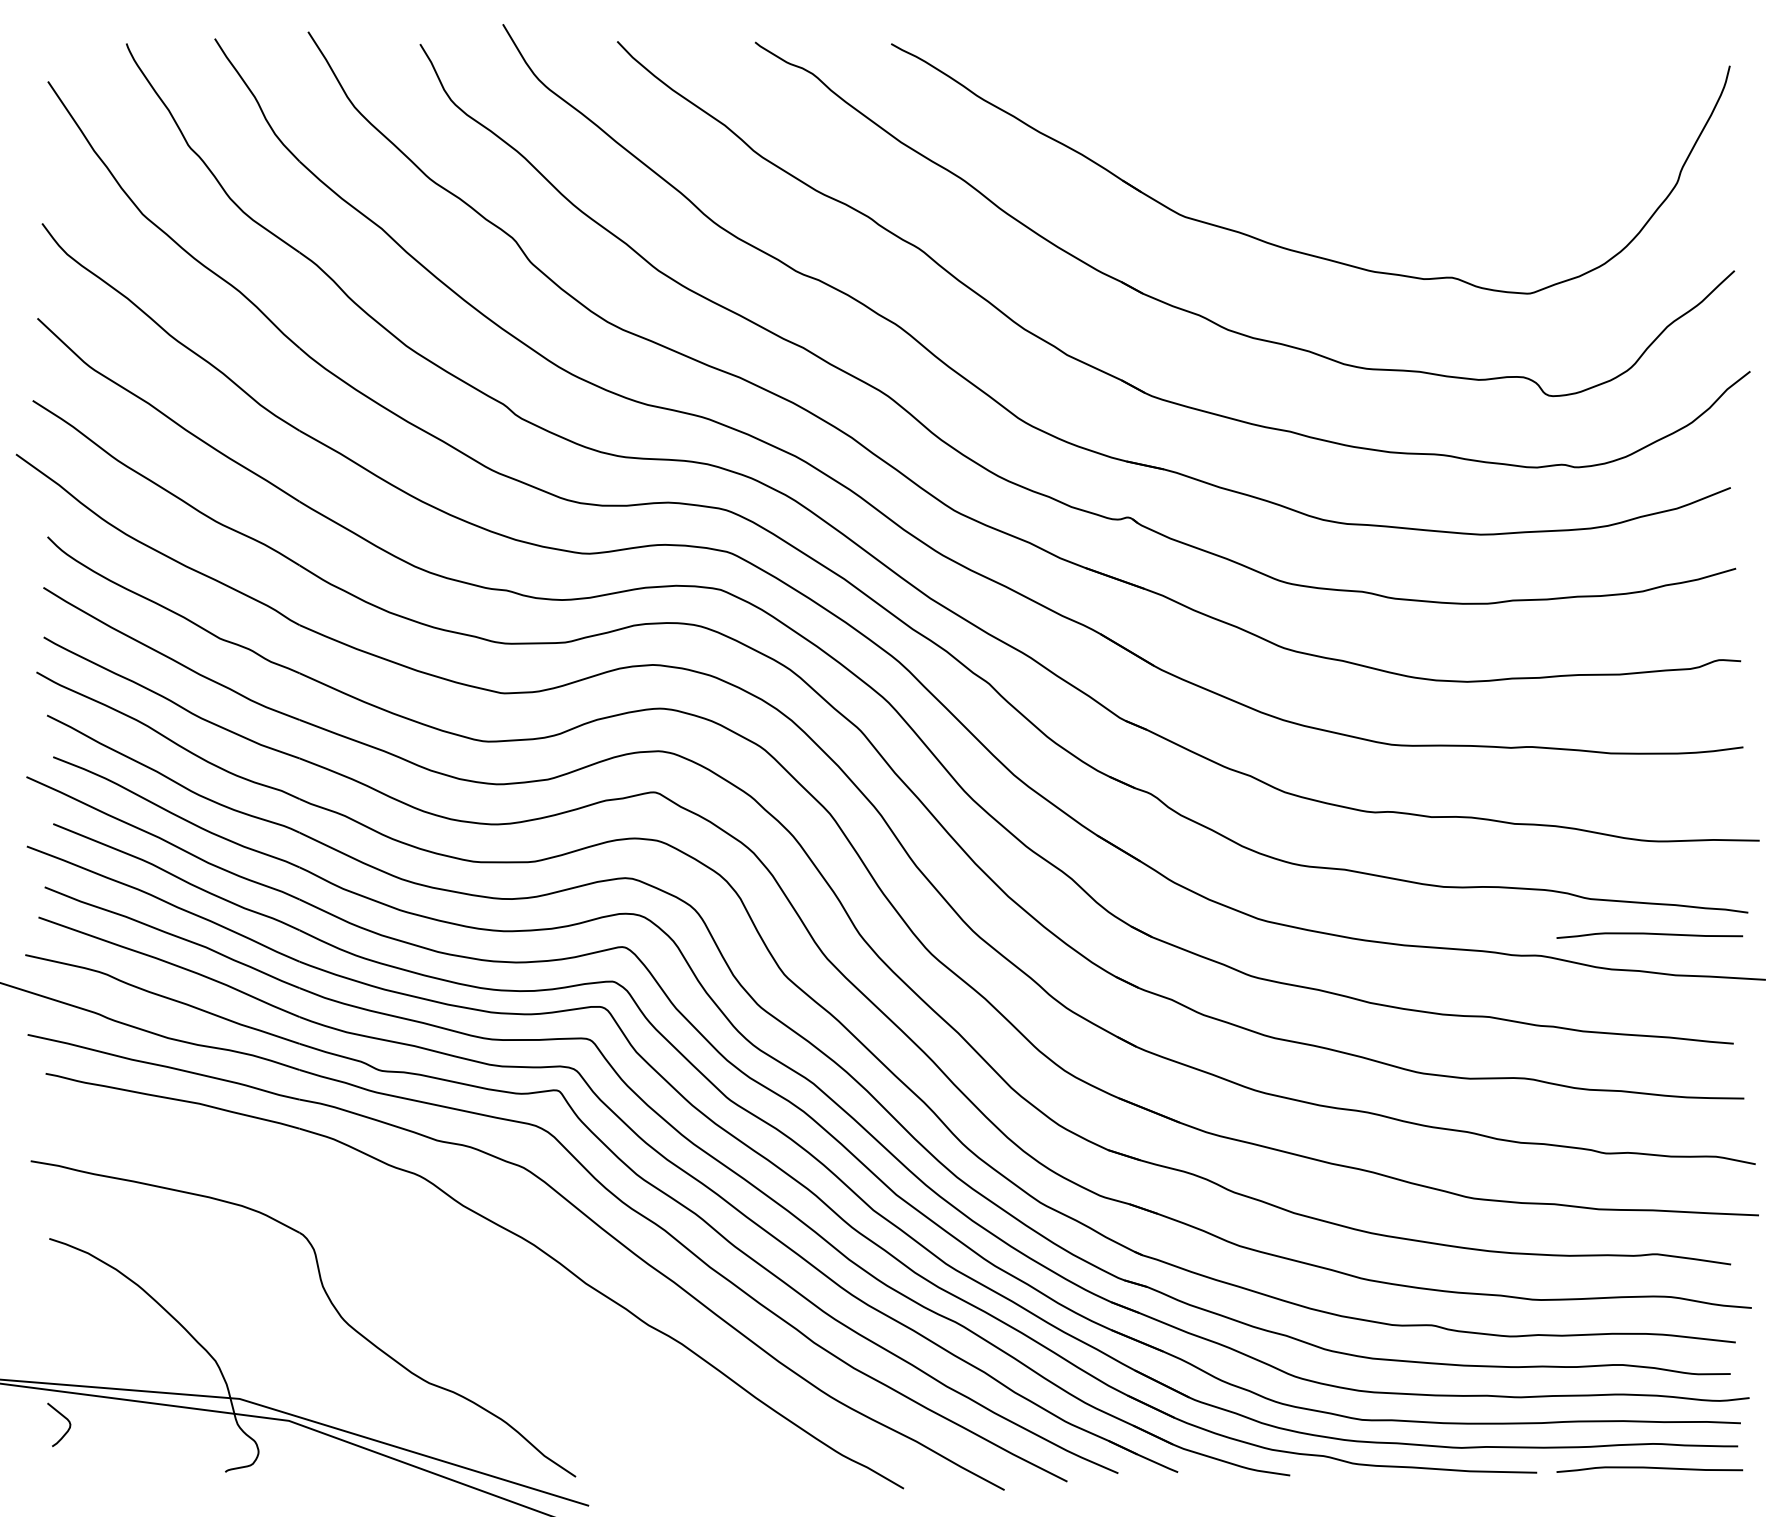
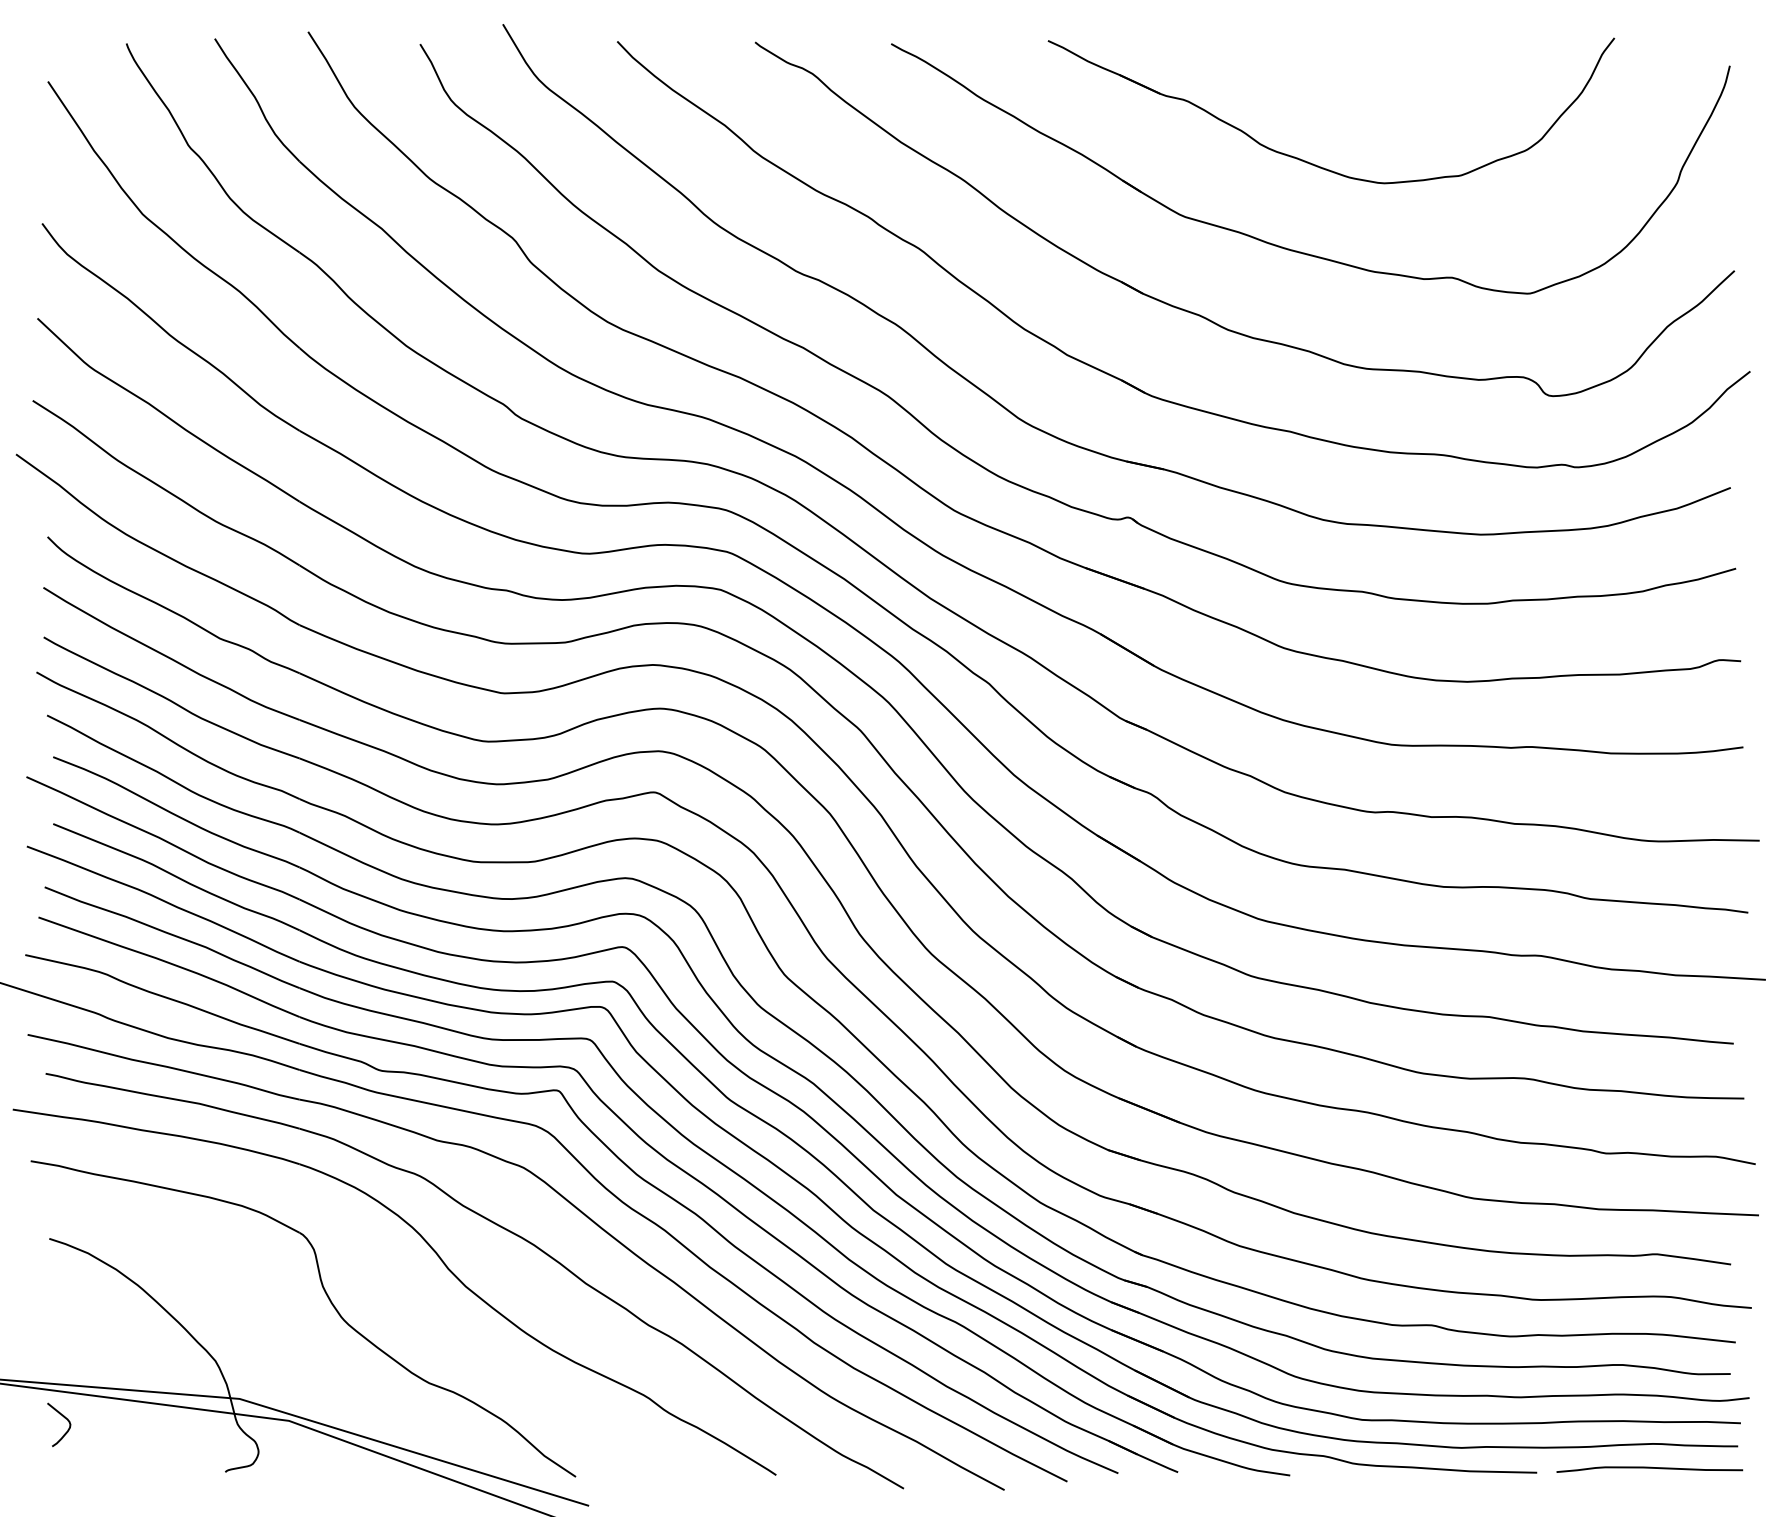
part at (1308, 161): none -> present
curve at (1649, 934): present -> none
part at (437, 1256): none -> present
